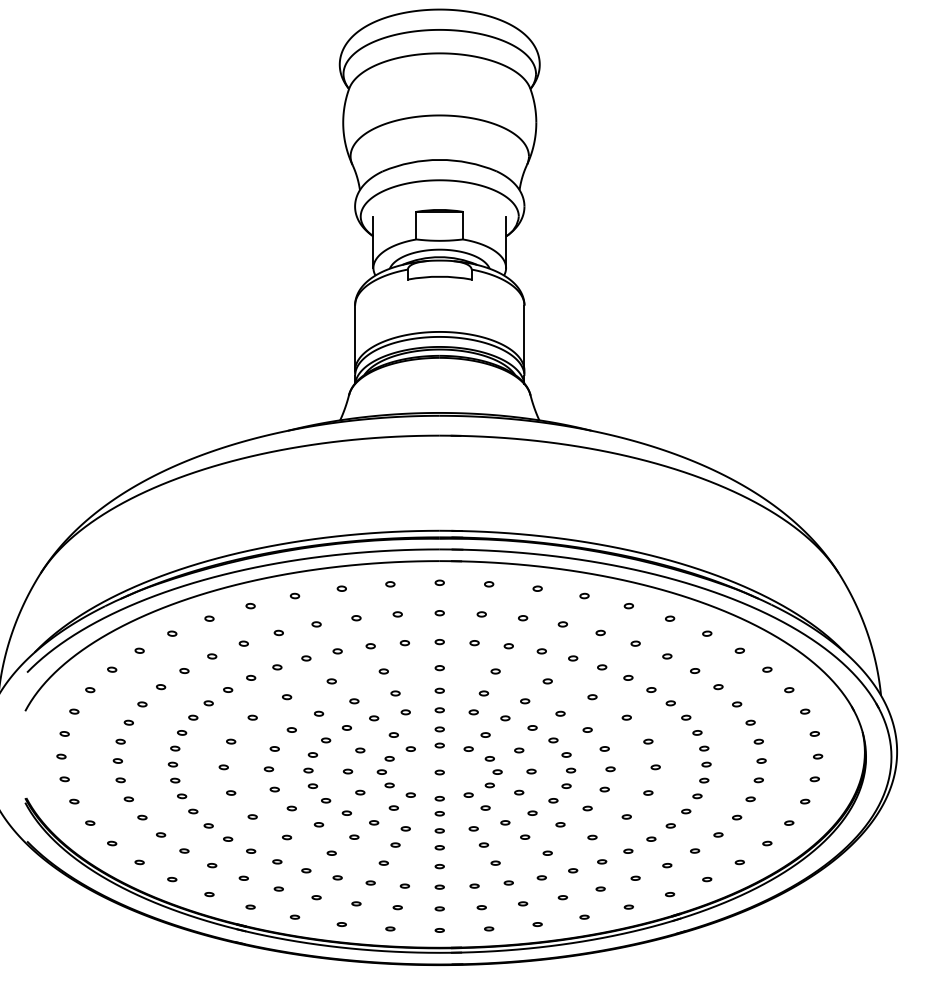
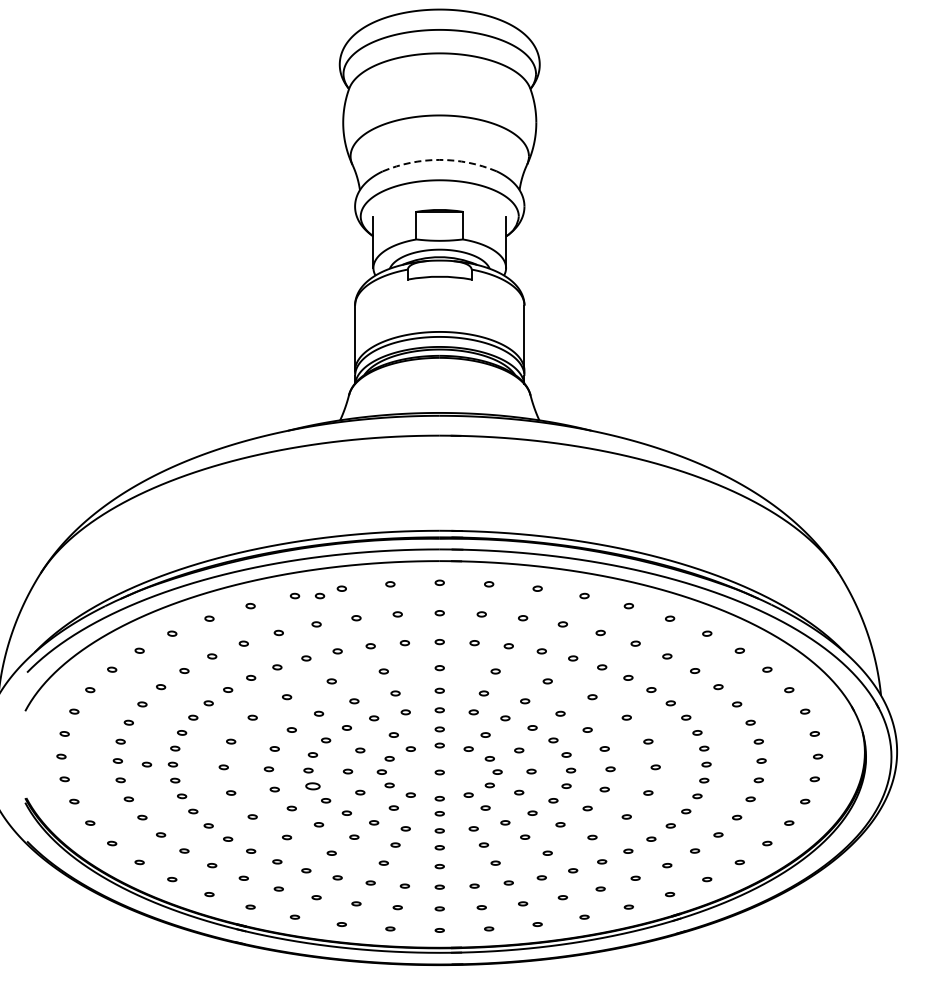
arc at (439, 159): solid -> dashed
part at (319, 595): none -> present
part at (146, 764): none -> present
part at (312, 785) size: 12x6 px -> 16x9 px
